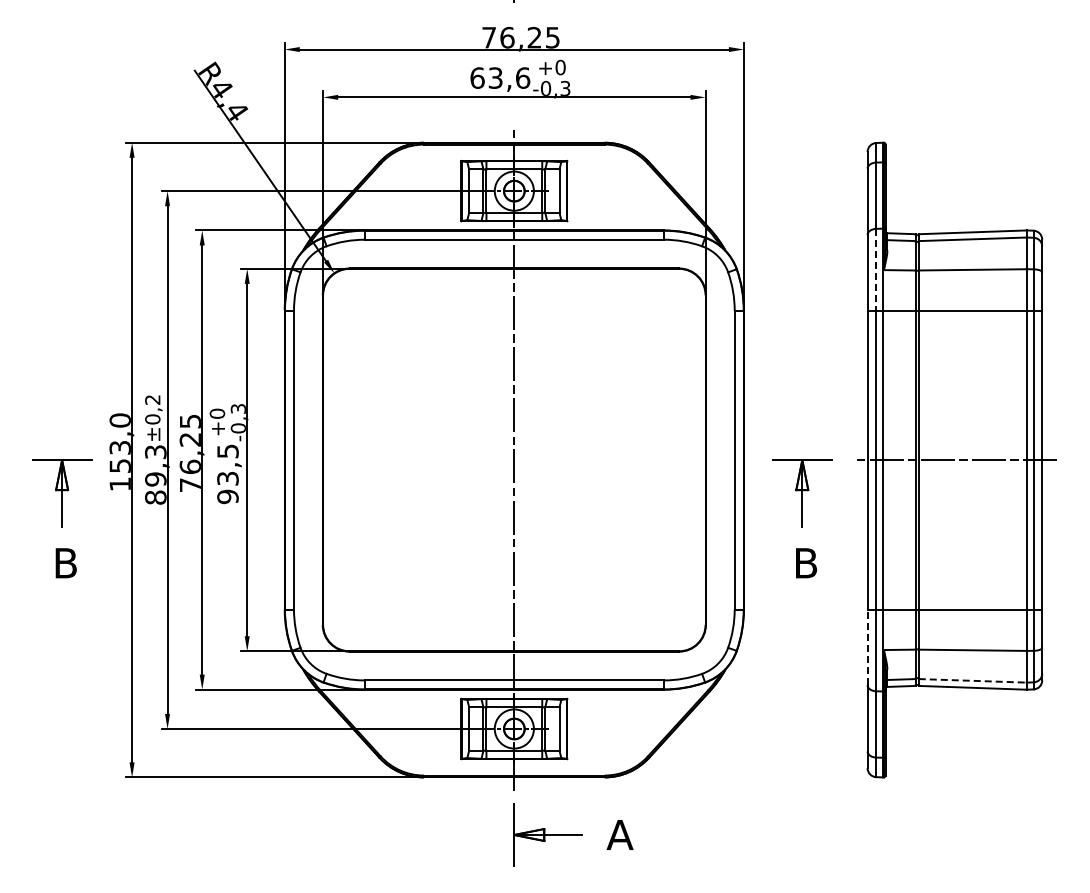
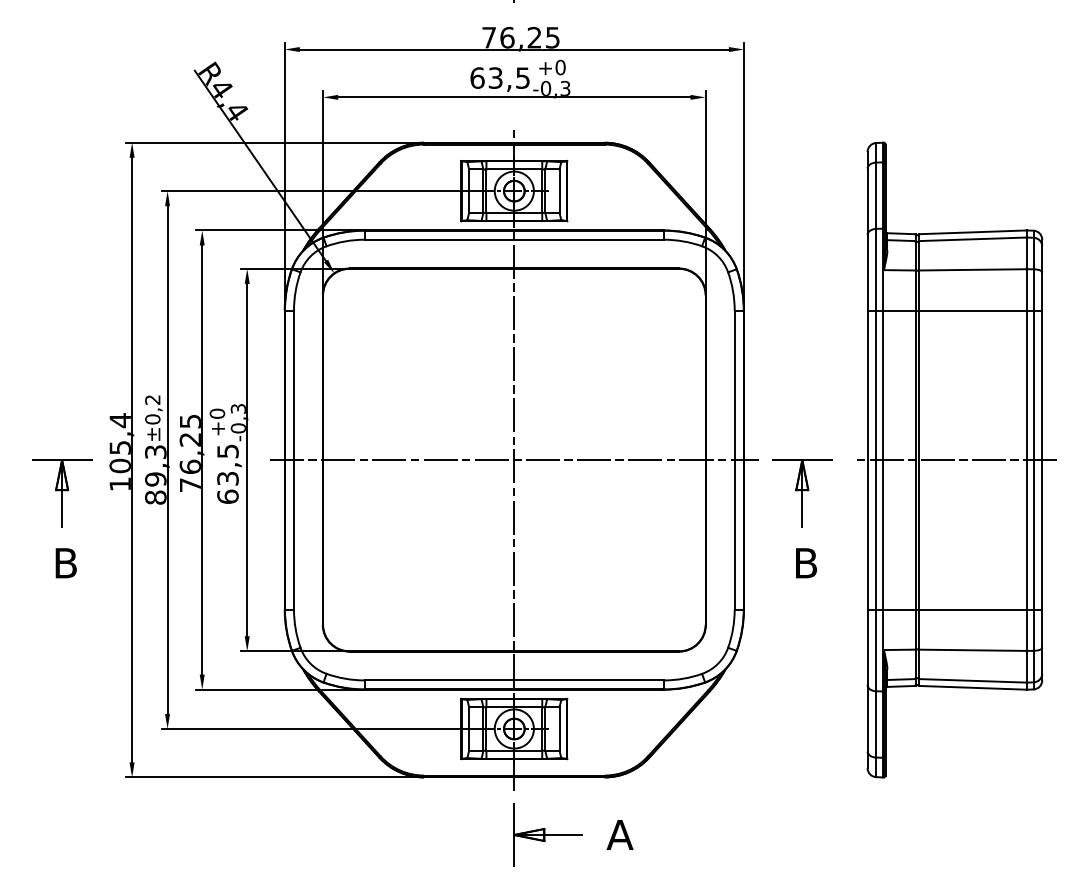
text at (523, 77): 63,6 -> 63,5
line at (876, 269): dashed -> solid
text at (119, 443): 153,0 -> 105,4
line at (513, 460): none -> present
text at (227, 496): 93,5 -> 63,5
line at (867, 647): dashed -> solid
line at (972, 680): dashed -> solid
